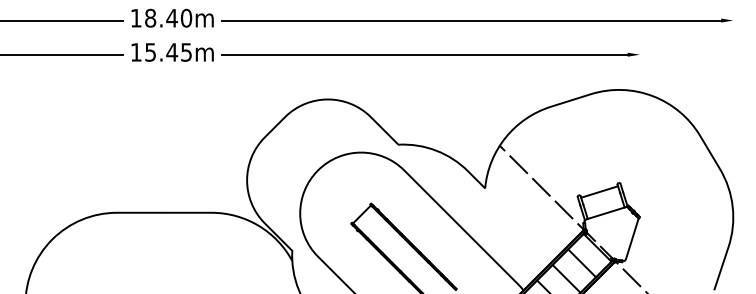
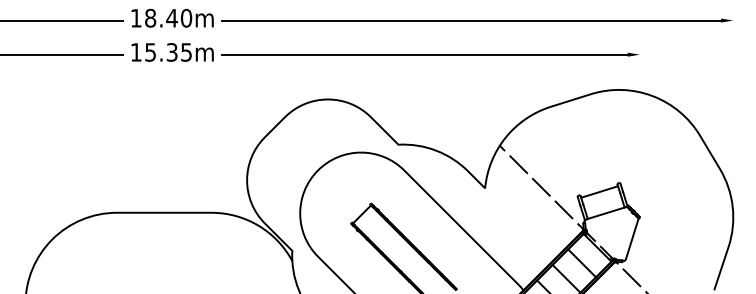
text at (172, 52): 15.45m -> 15.35m
